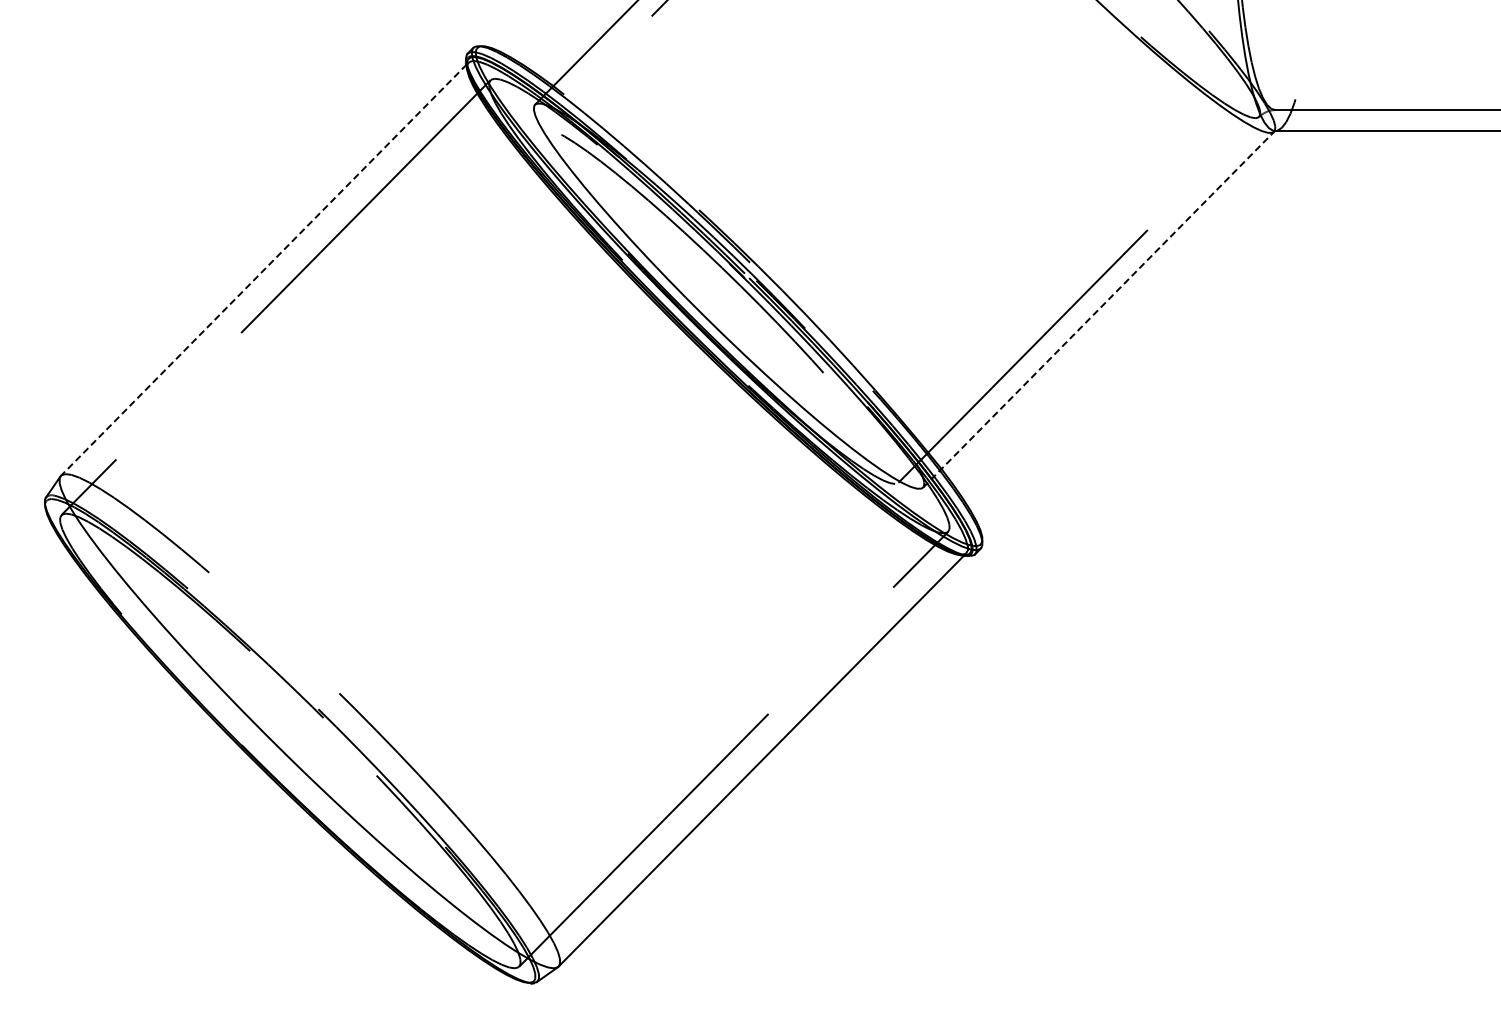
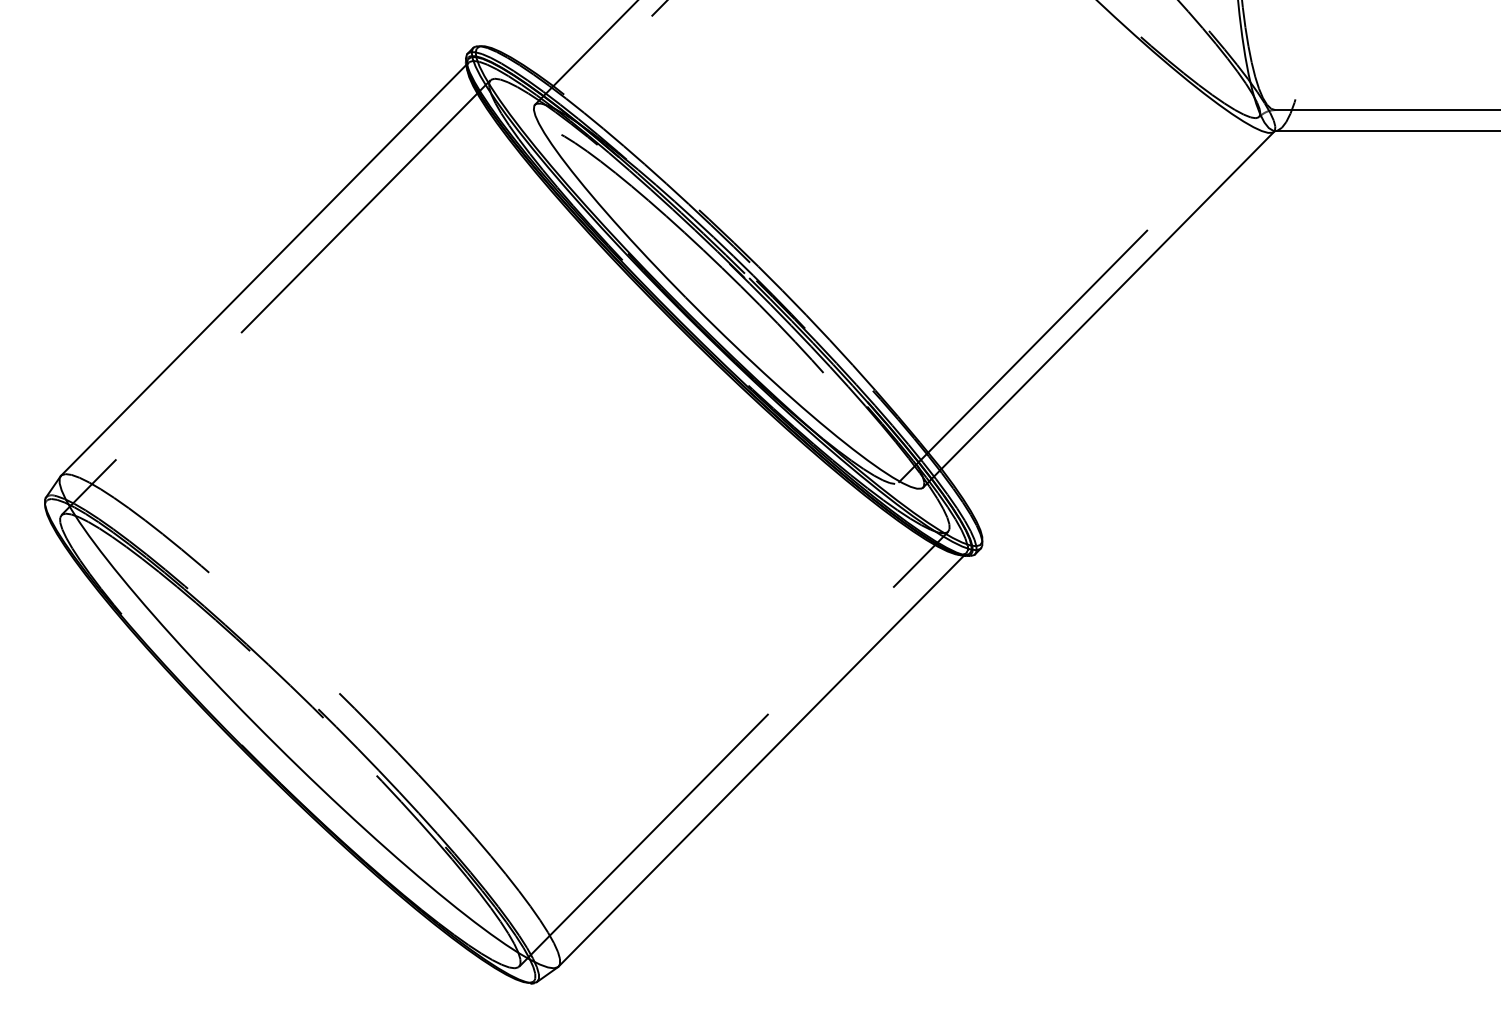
line at (263, 270): dashed -> solid
line at (1098, 309): dashed -> solid
